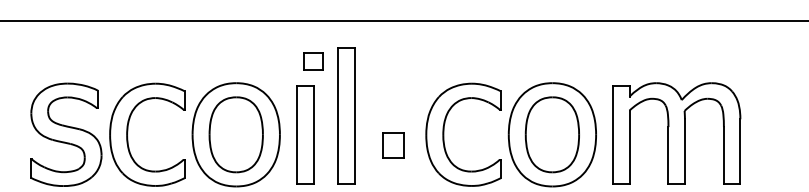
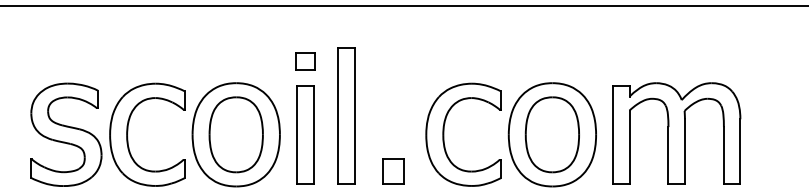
line at (403, 20) position: (403, 20) -> (403, 5)
part at (313, 61) position: (313, 61) -> (305, 61)
part at (393, 145) position: (393, 145) -> (393, 171)
